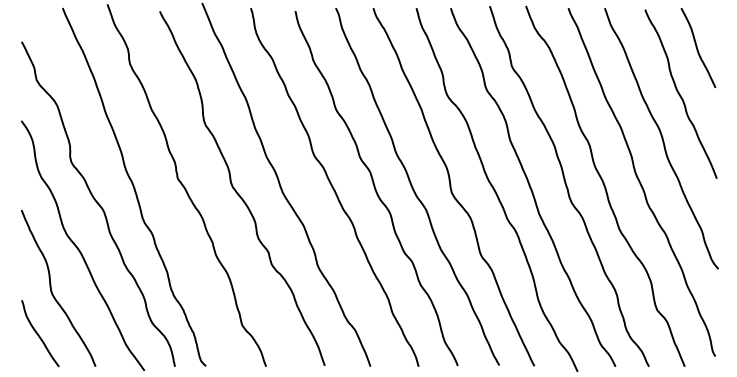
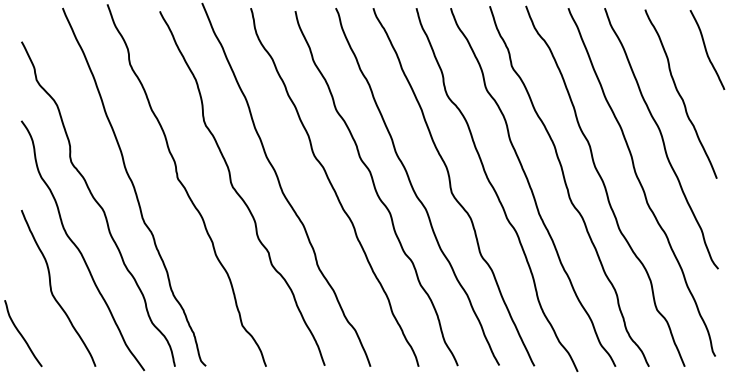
curve at (697, 47) position: (697, 47) -> (706, 49)
curve at (38, 333) position: (38, 333) -> (21, 333)
